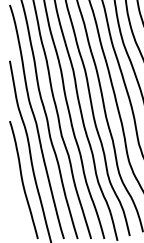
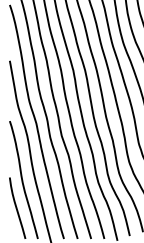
curve at (17, 207): none -> present
